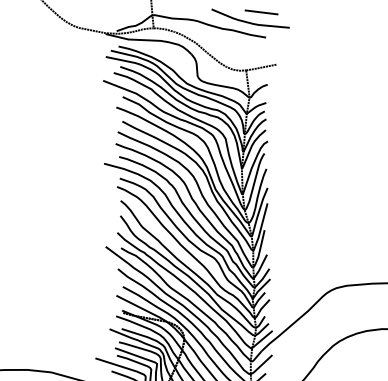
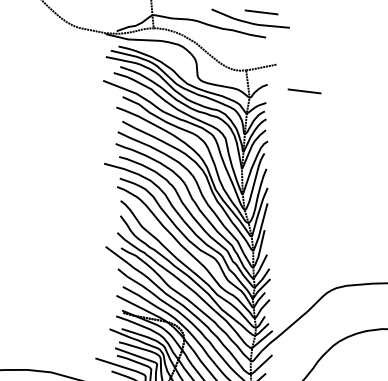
line at (304, 91): none -> present
